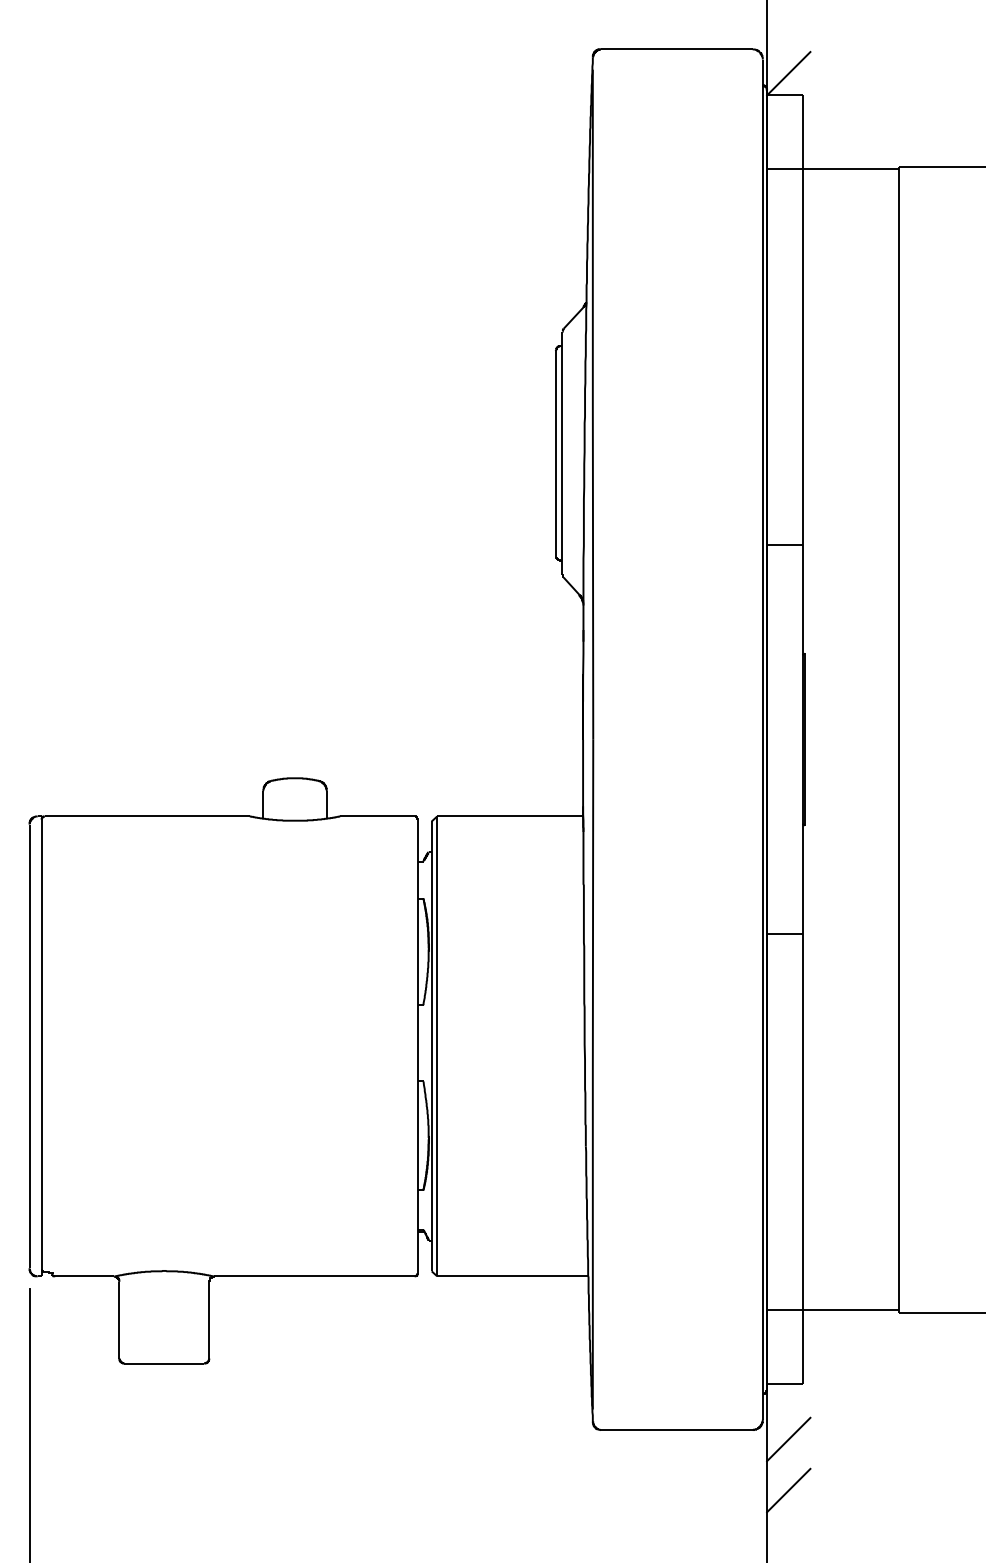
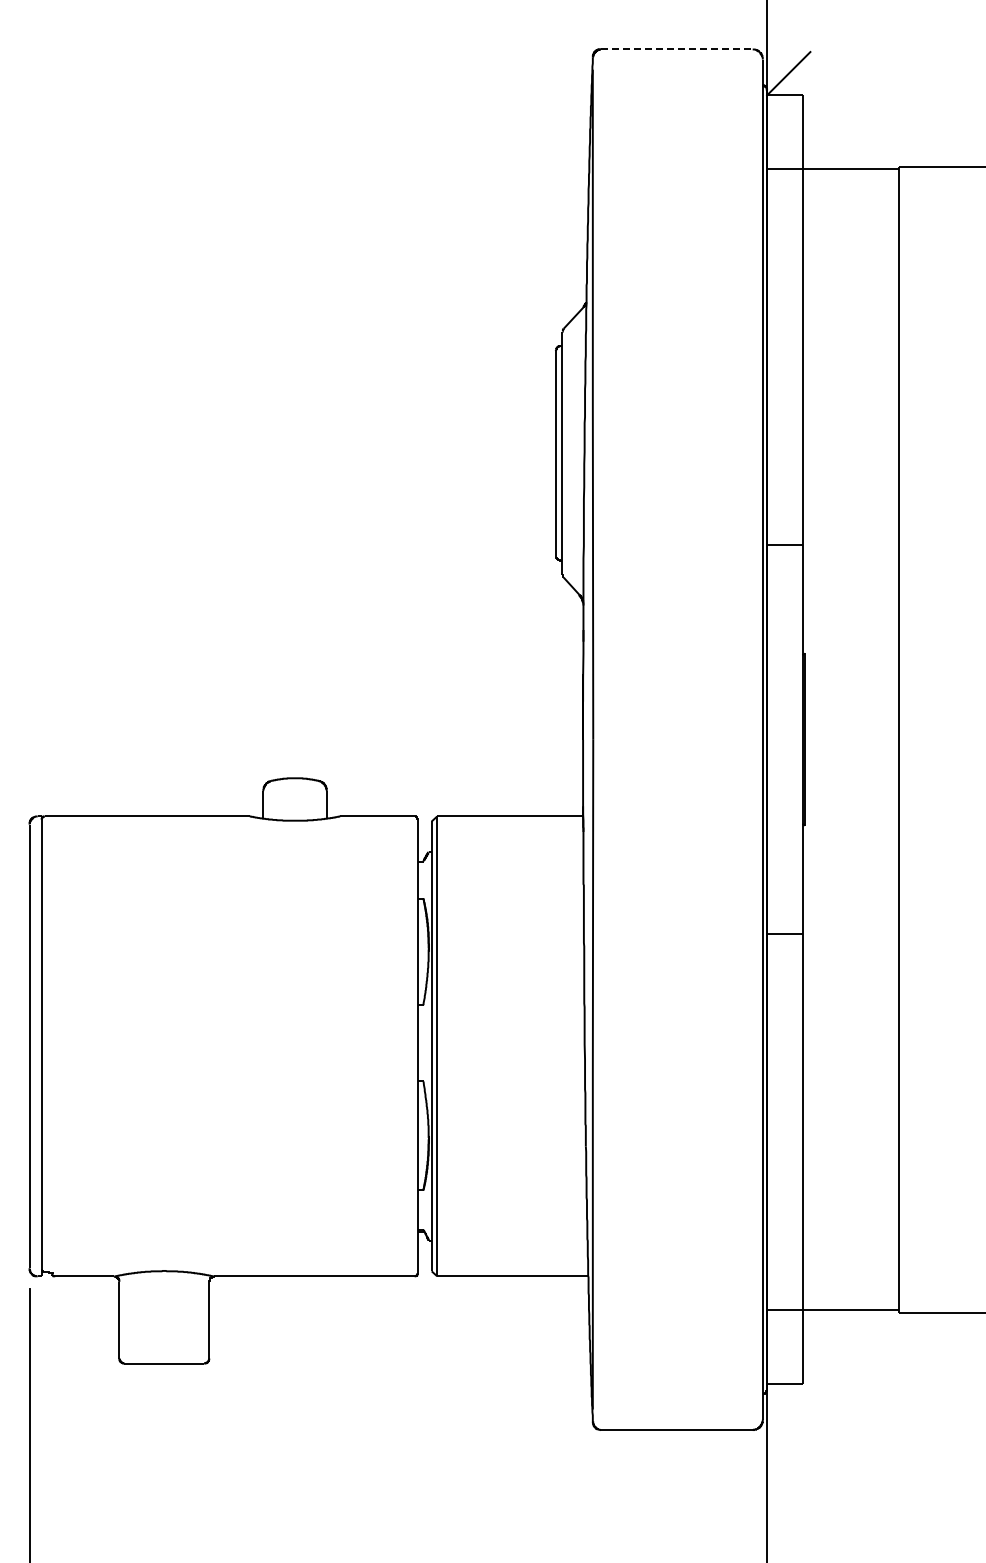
line at (676, 49): solid -> dashed
line at (788, 1439): present -> none
line at (788, 1490): present -> none
